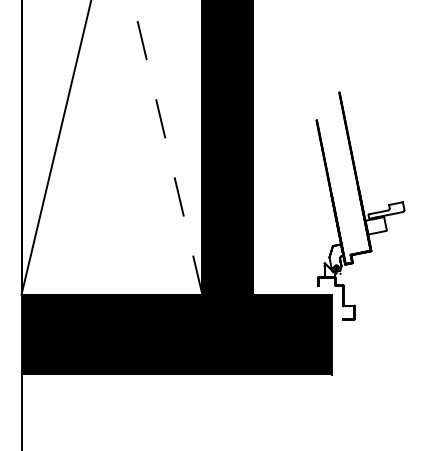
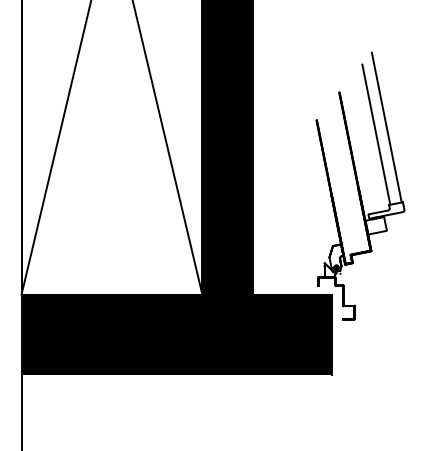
line at (386, 127): none -> present
line at (376, 134): none -> present
line at (167, 146): dashed -> solid
